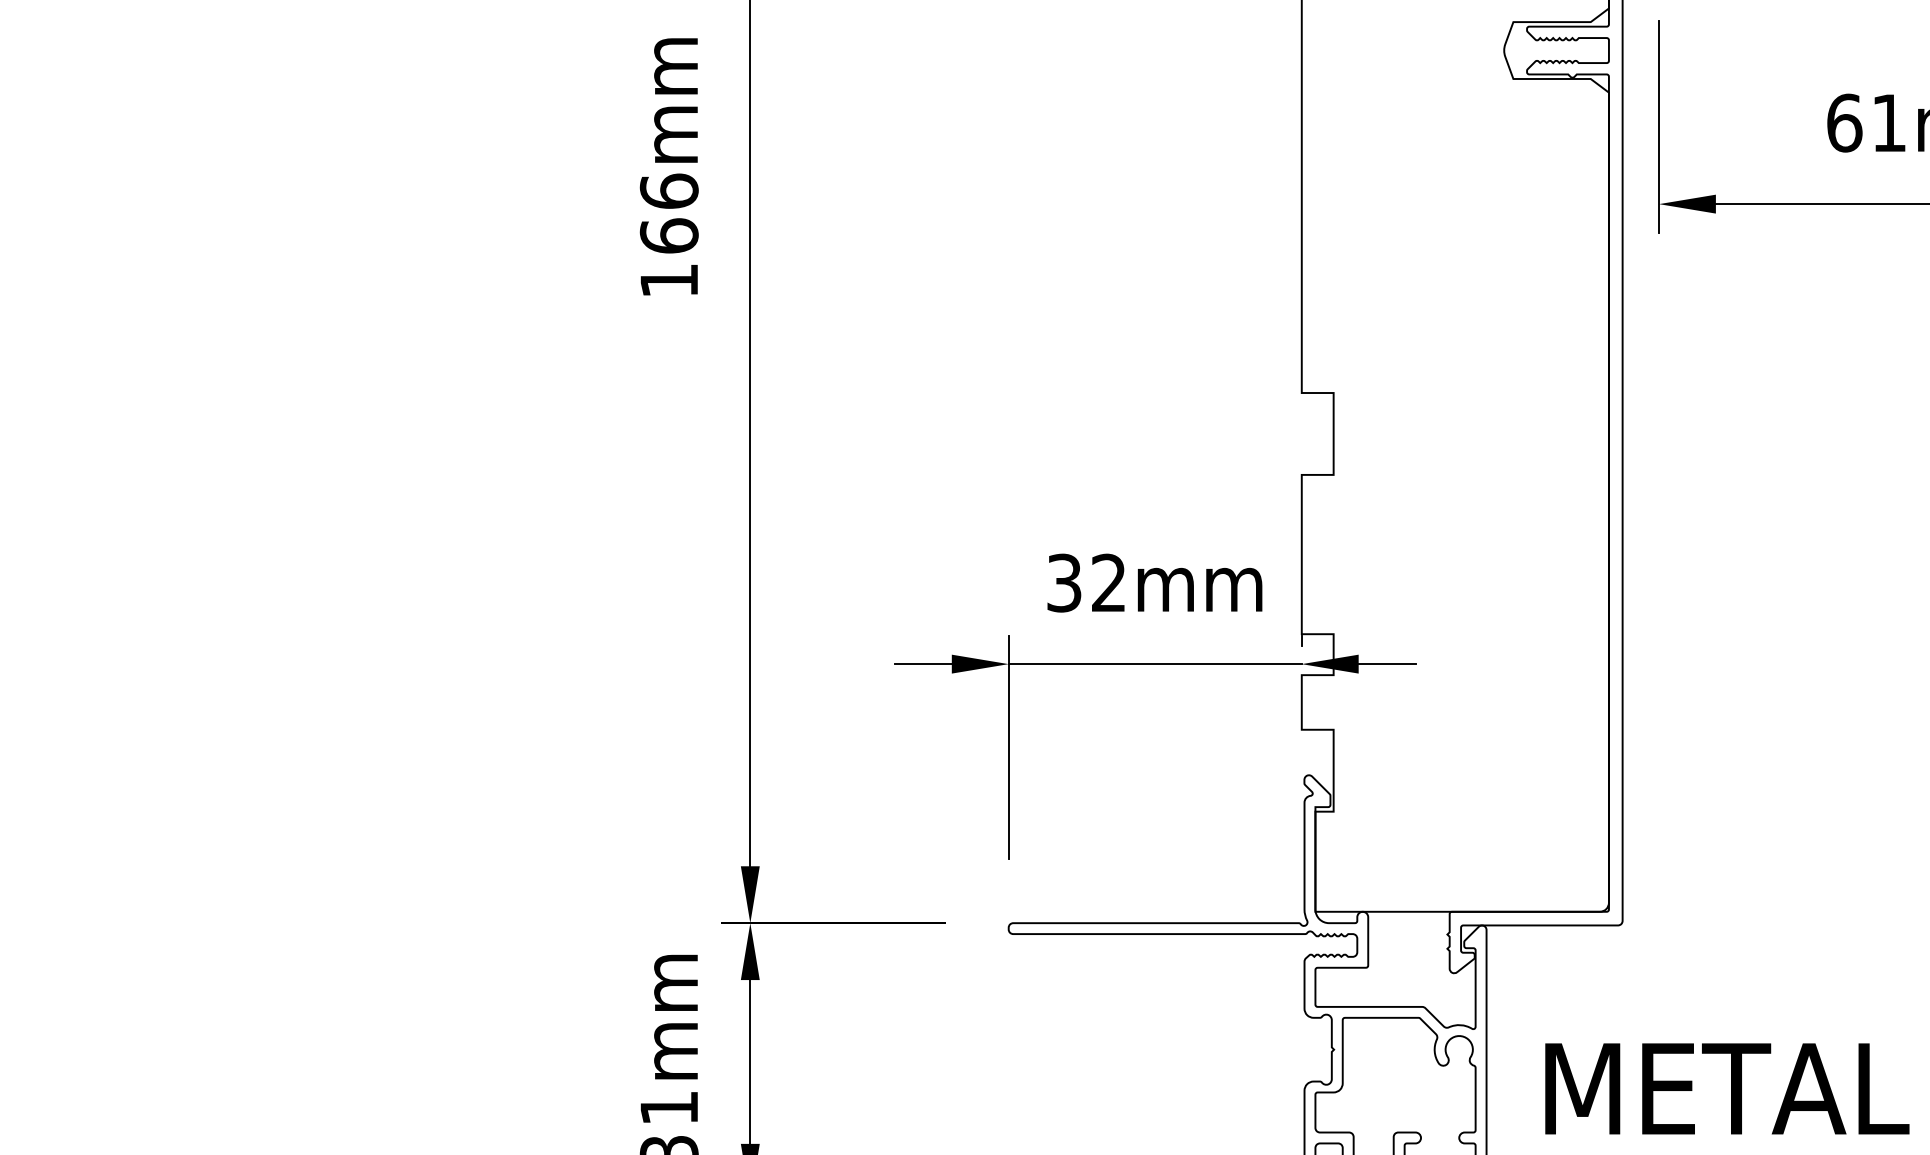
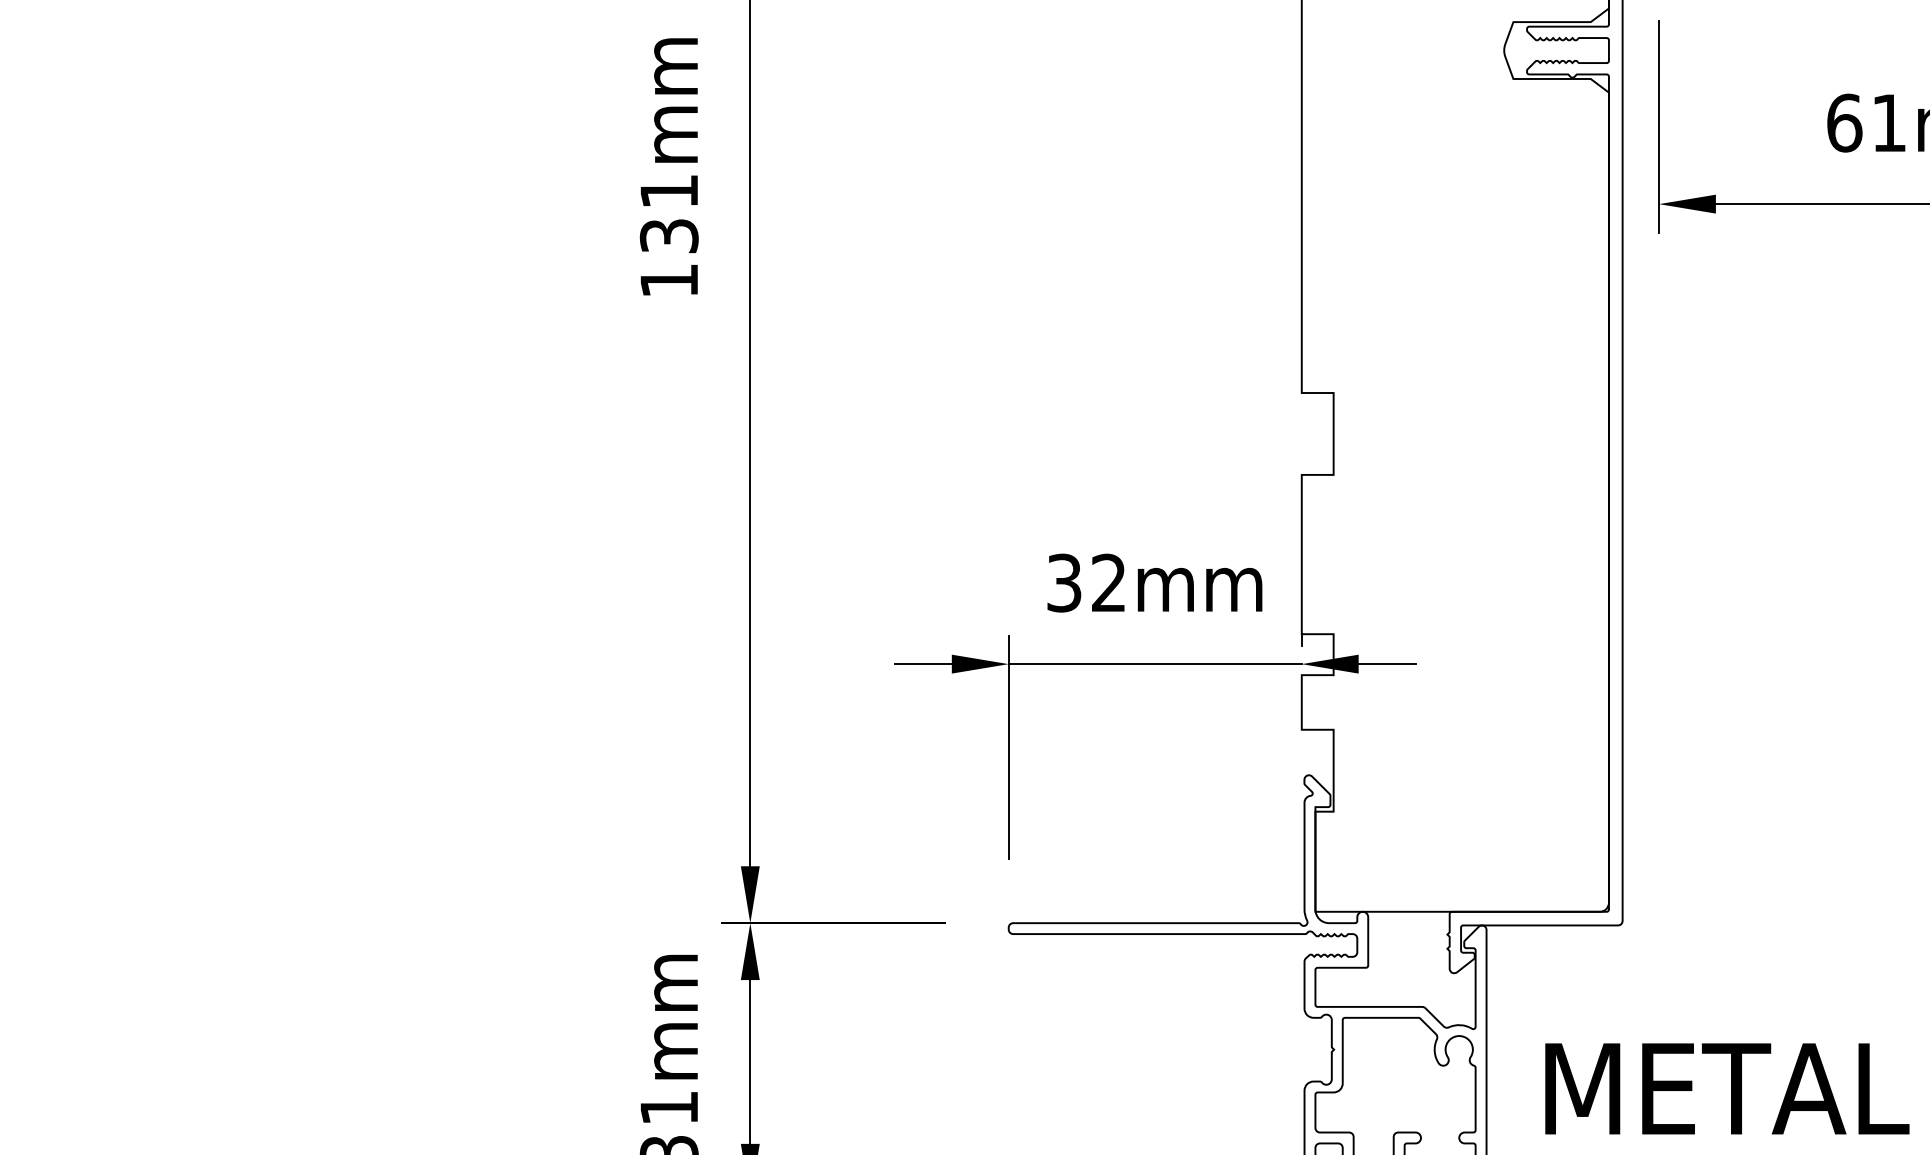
text at (668, 213): 166mm -> 131mm
